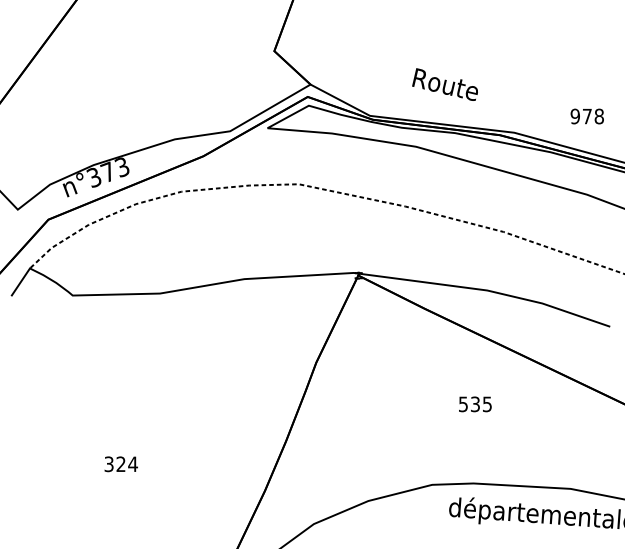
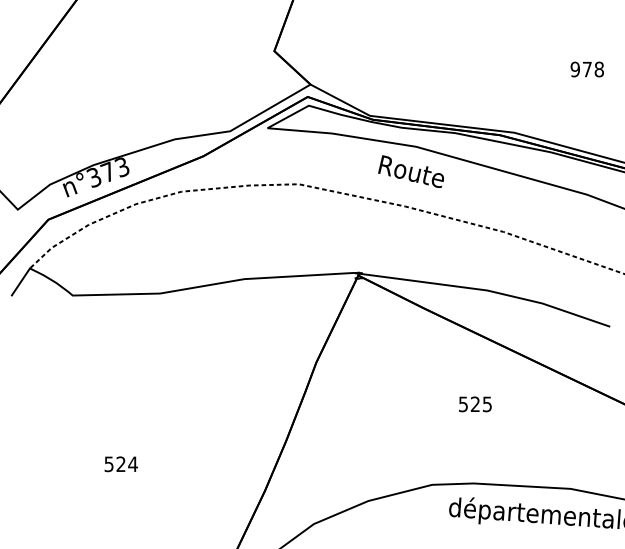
text at (444, 84) position: (444, 84) -> (410, 171)
text at (586, 116) position: (586, 116) -> (586, 69)
text at (475, 404): 535 -> 525
text at (109, 463): 324 -> 524
